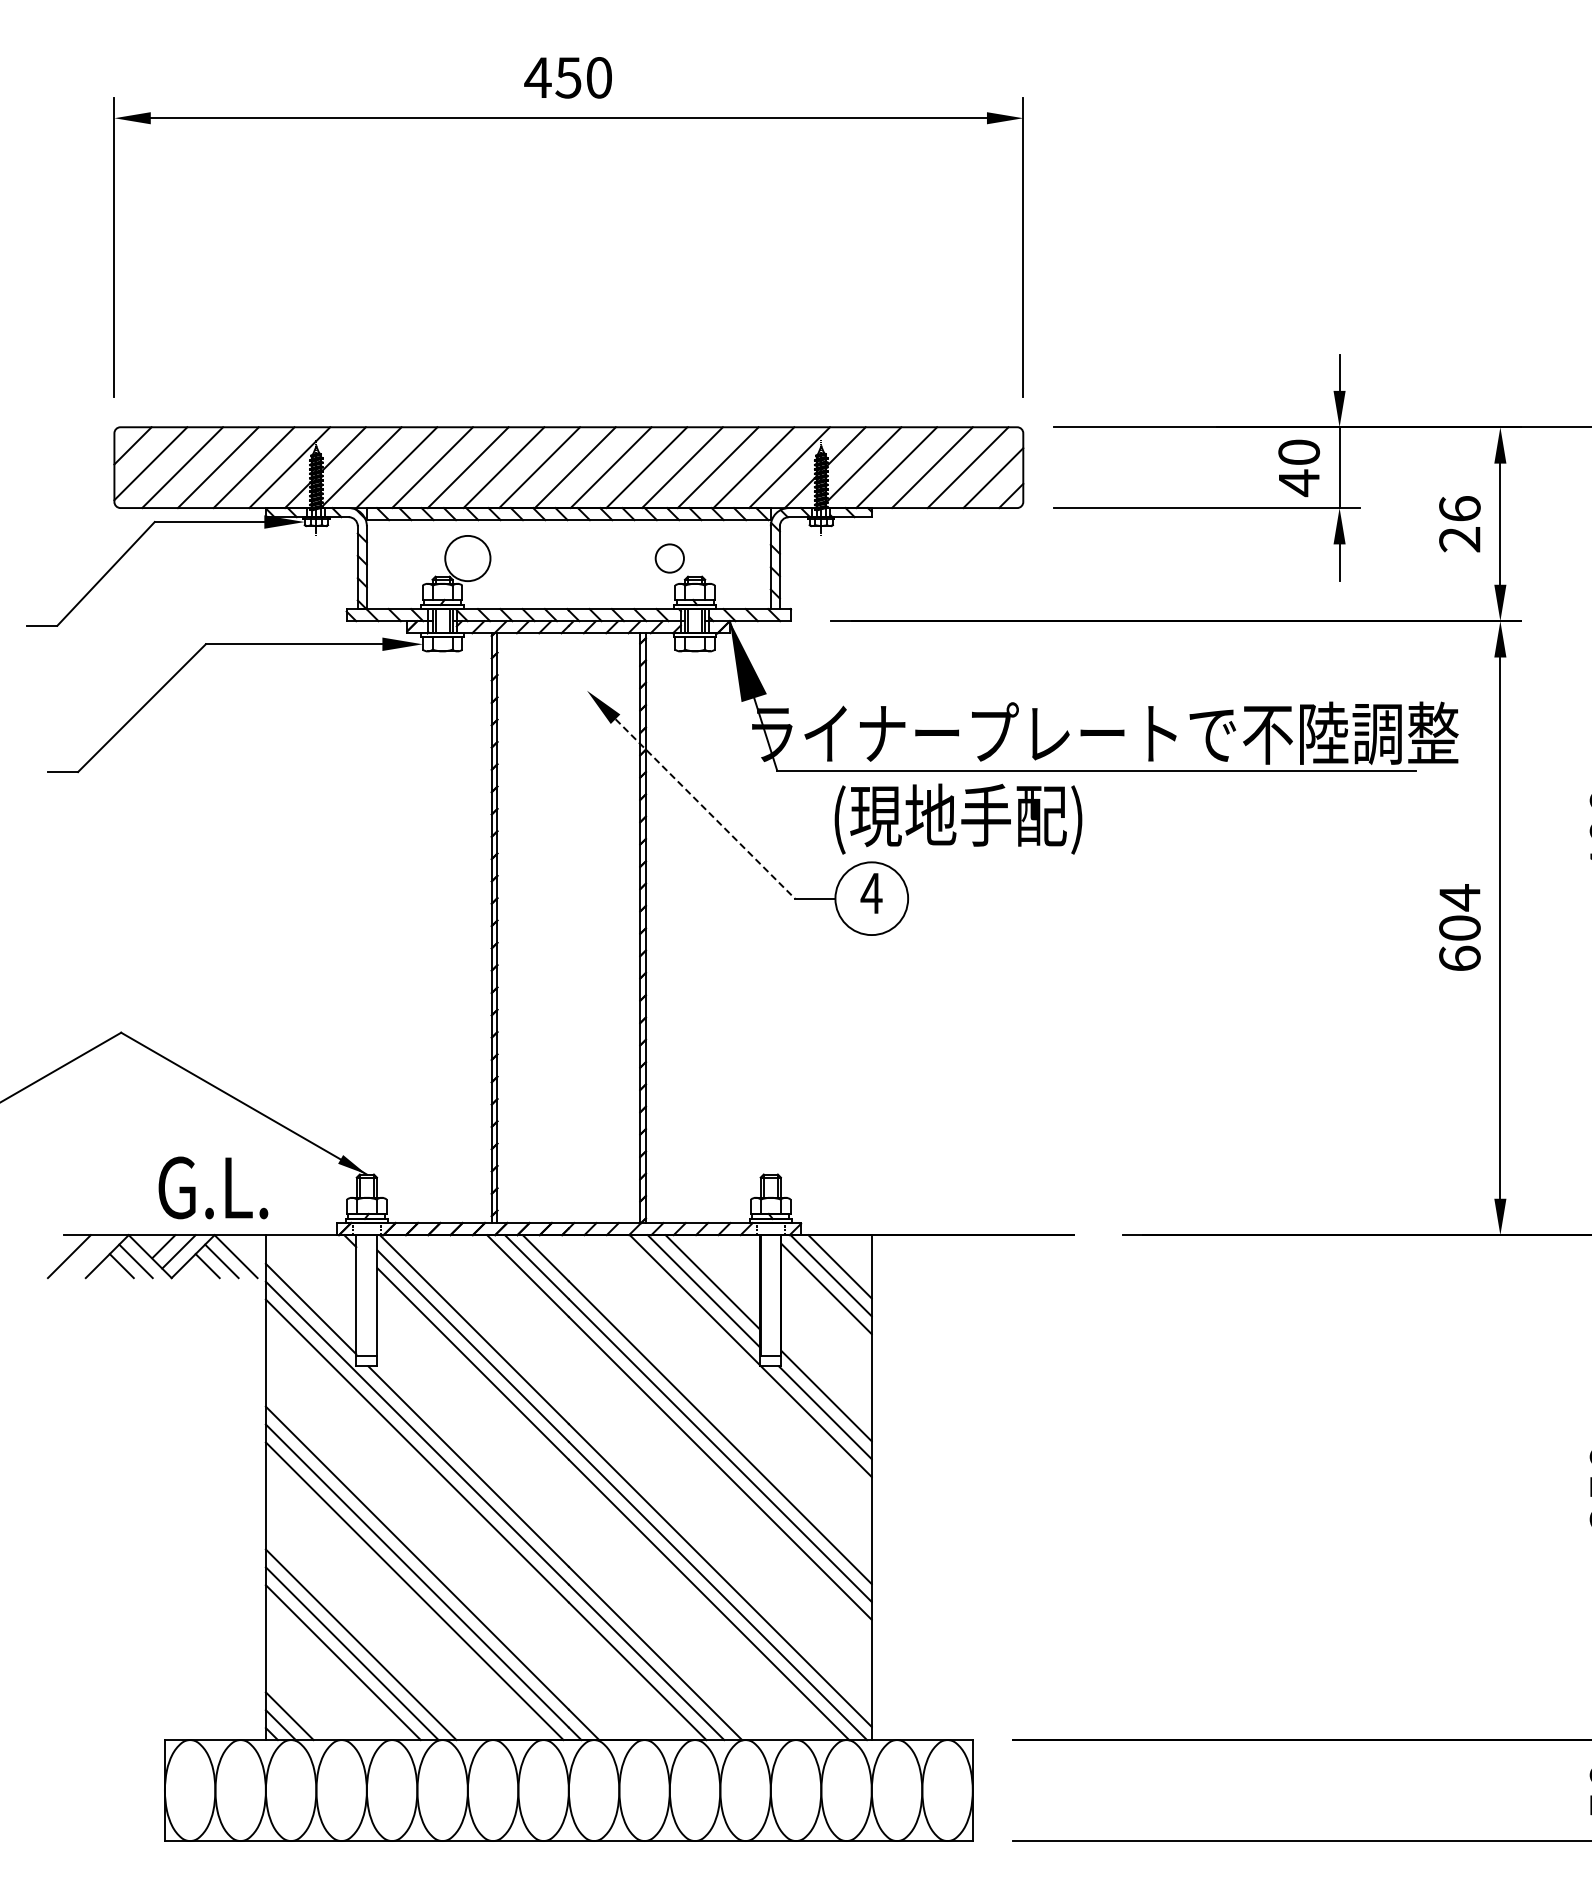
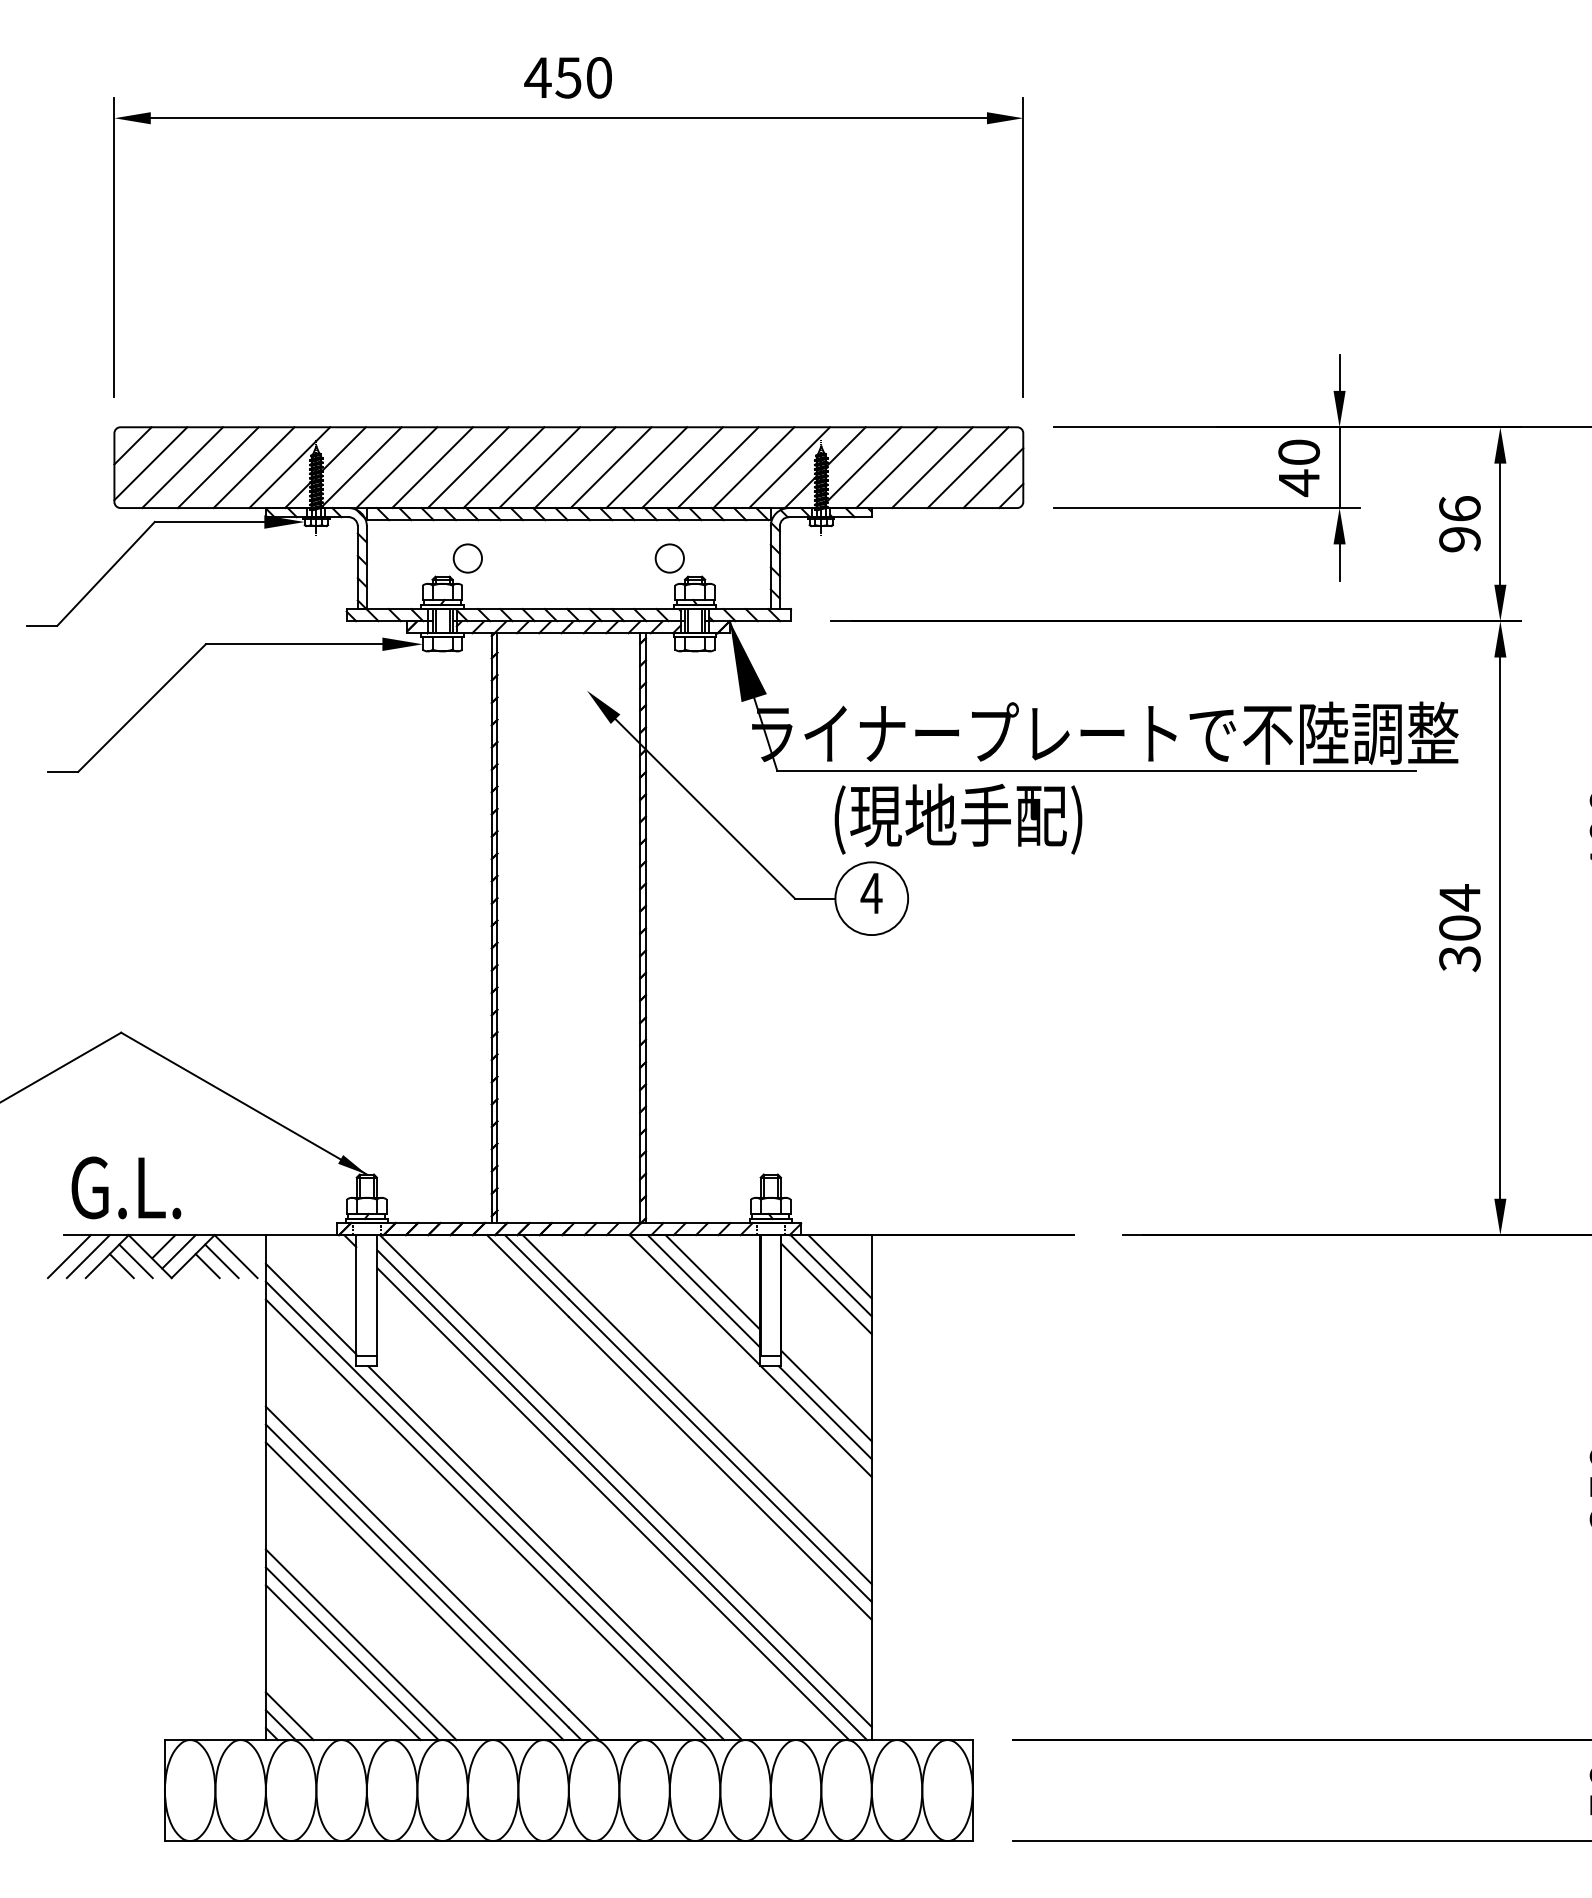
text at (1459, 539): 26 -> 96
circle at (467, 558) diameter: 45 px -> 28 px
line at (705, 808): dashed -> solid
text at (1459, 958): 604 -> 304
text at (213, 1187) position: (213, 1187) -> (126, 1187)
line at (87, 1256): none -> present
